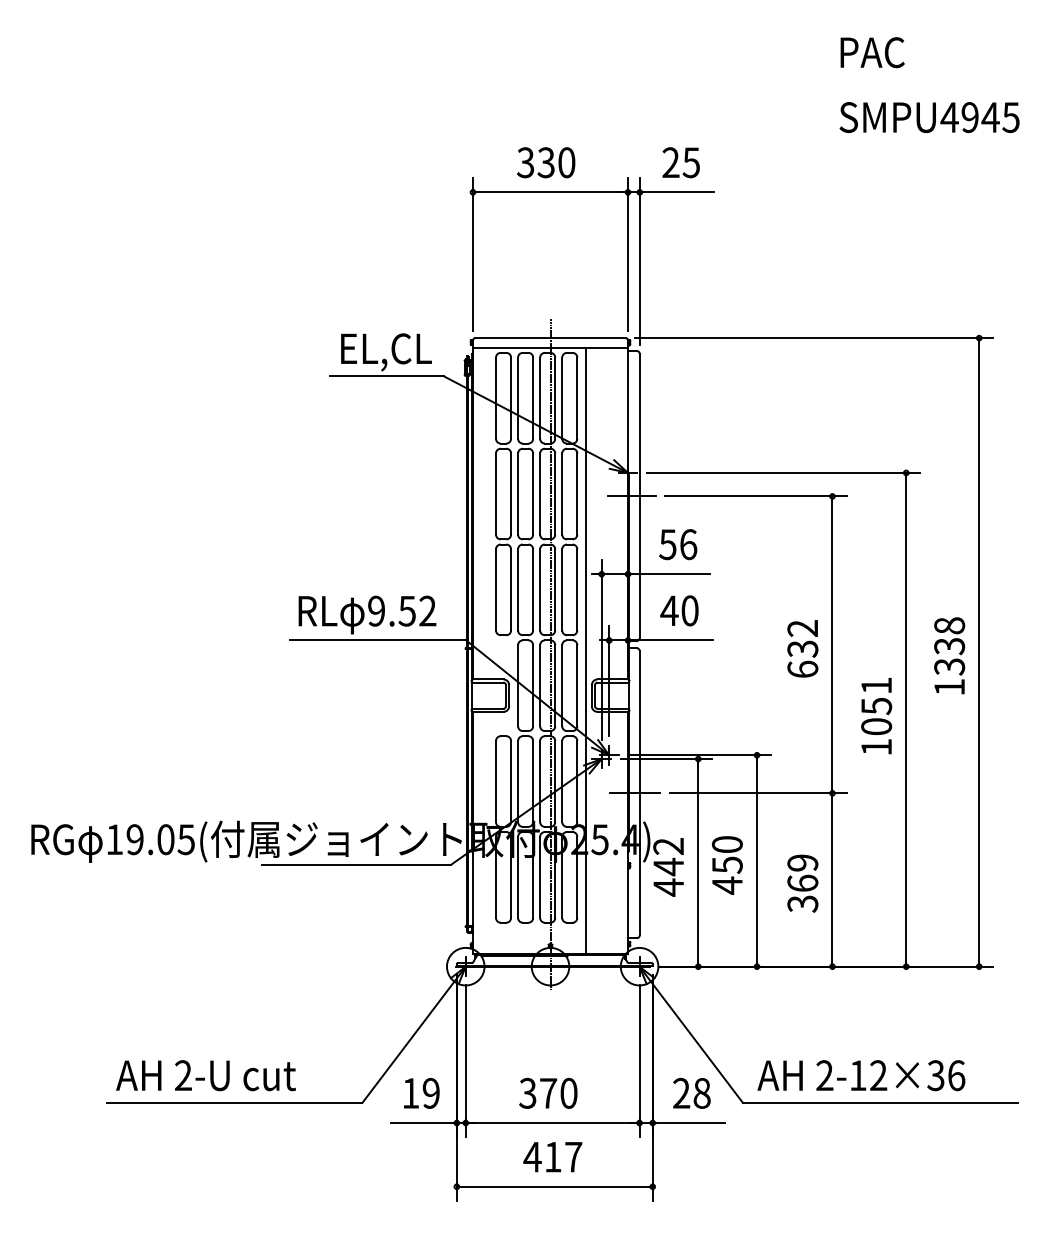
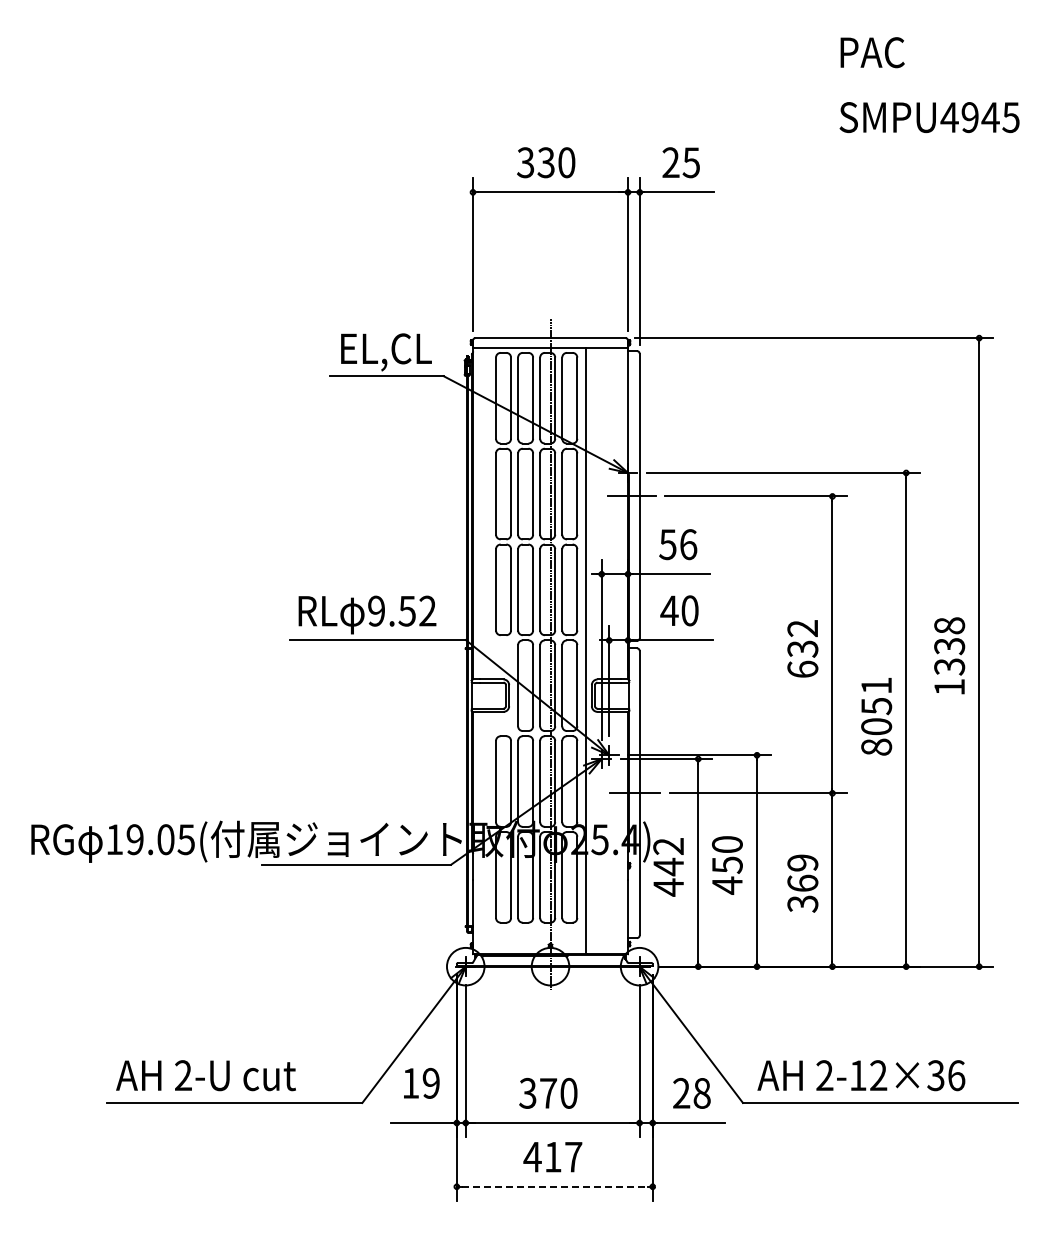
text at (876, 746): 1051 -> 8051
text at (421, 1093) position: (421, 1093) -> (421, 1083)
line at (555, 1186): solid -> dashed
